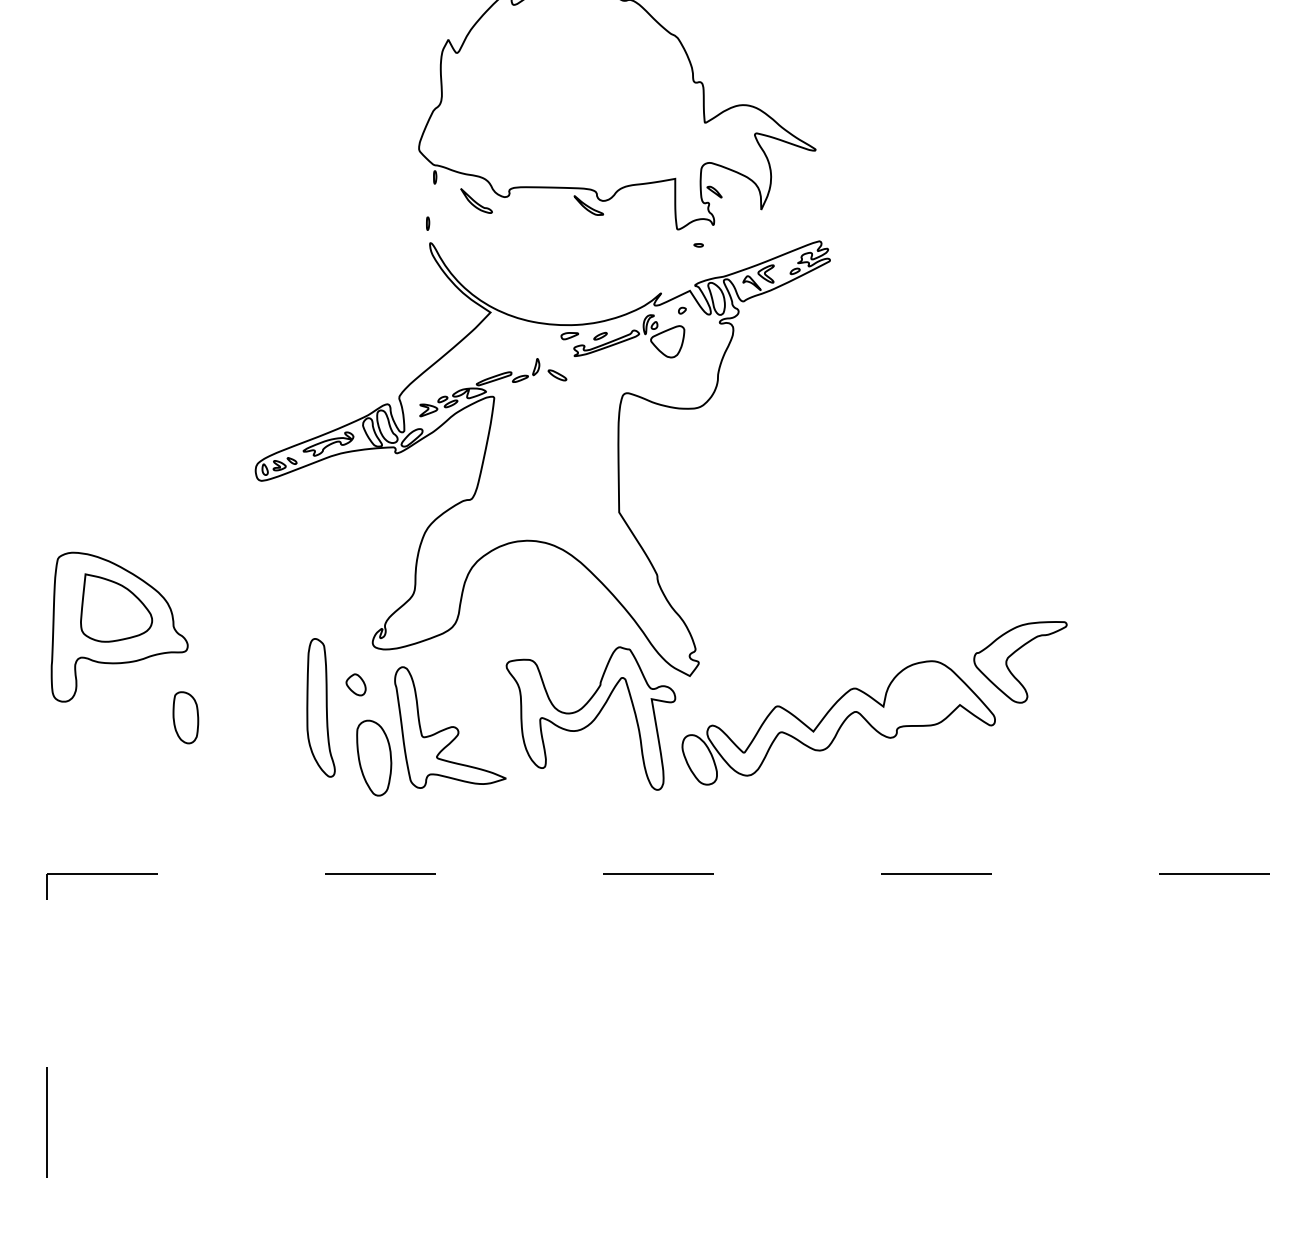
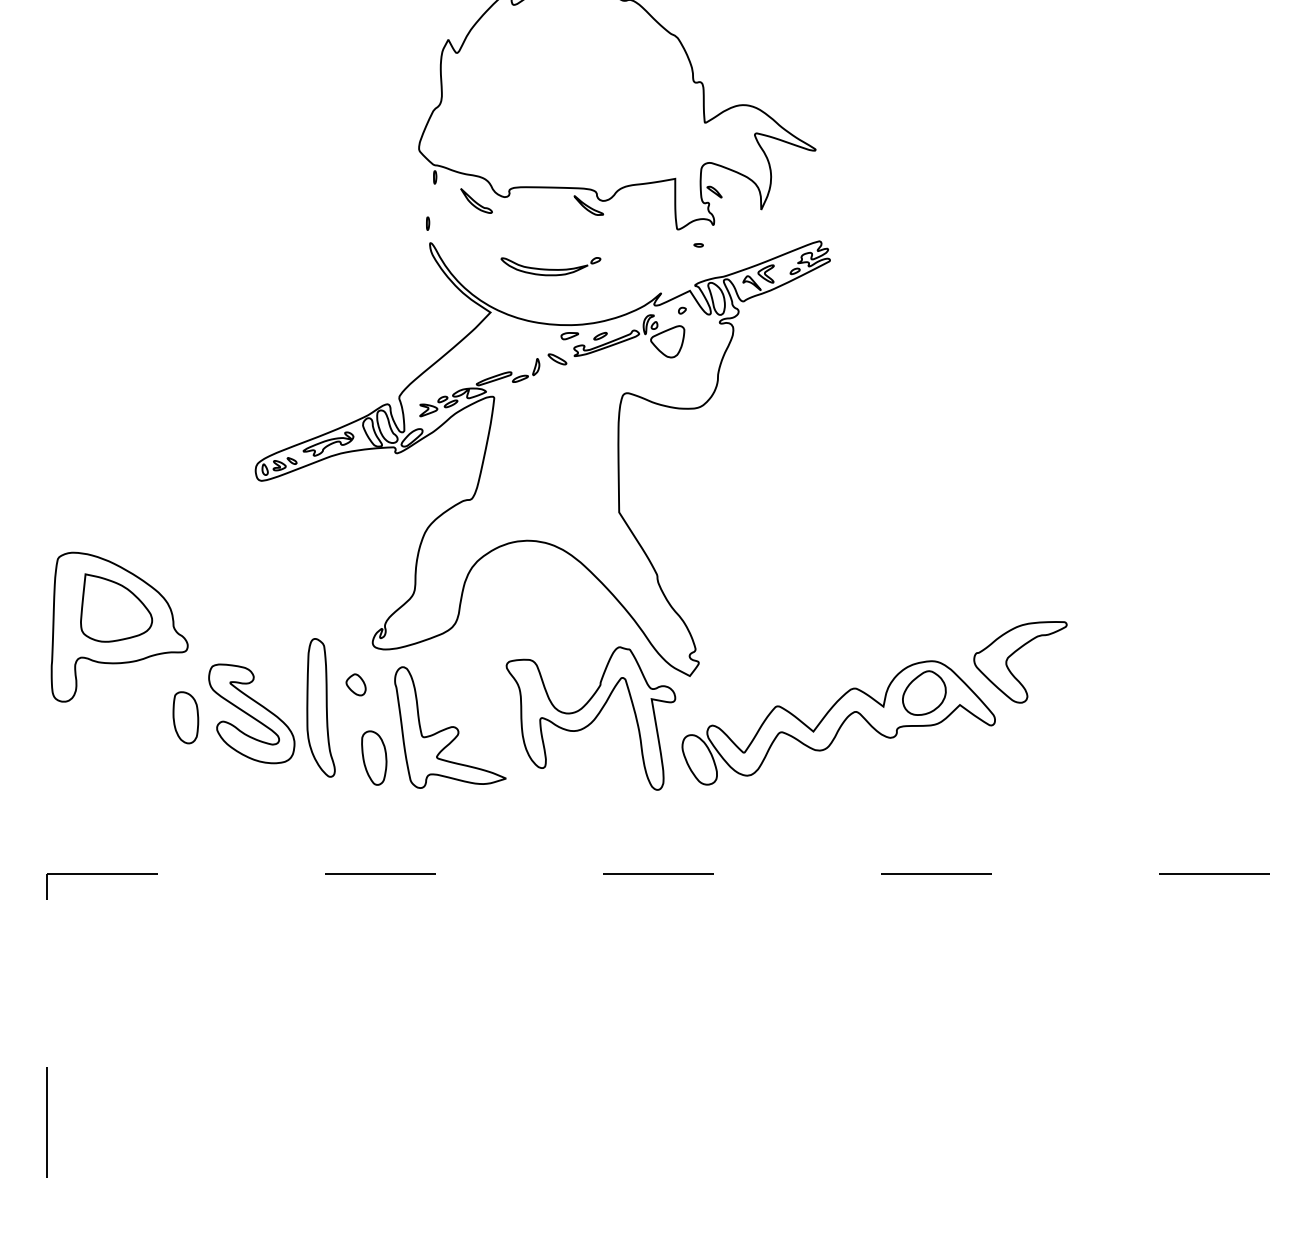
part at (550, 266): none -> present
part at (557, 375) position: (557, 375) -> (557, 359)
part at (924, 692): none -> present
part at (251, 713): none -> present
part at (374, 757) size: 37x78 px -> 27x56 px
